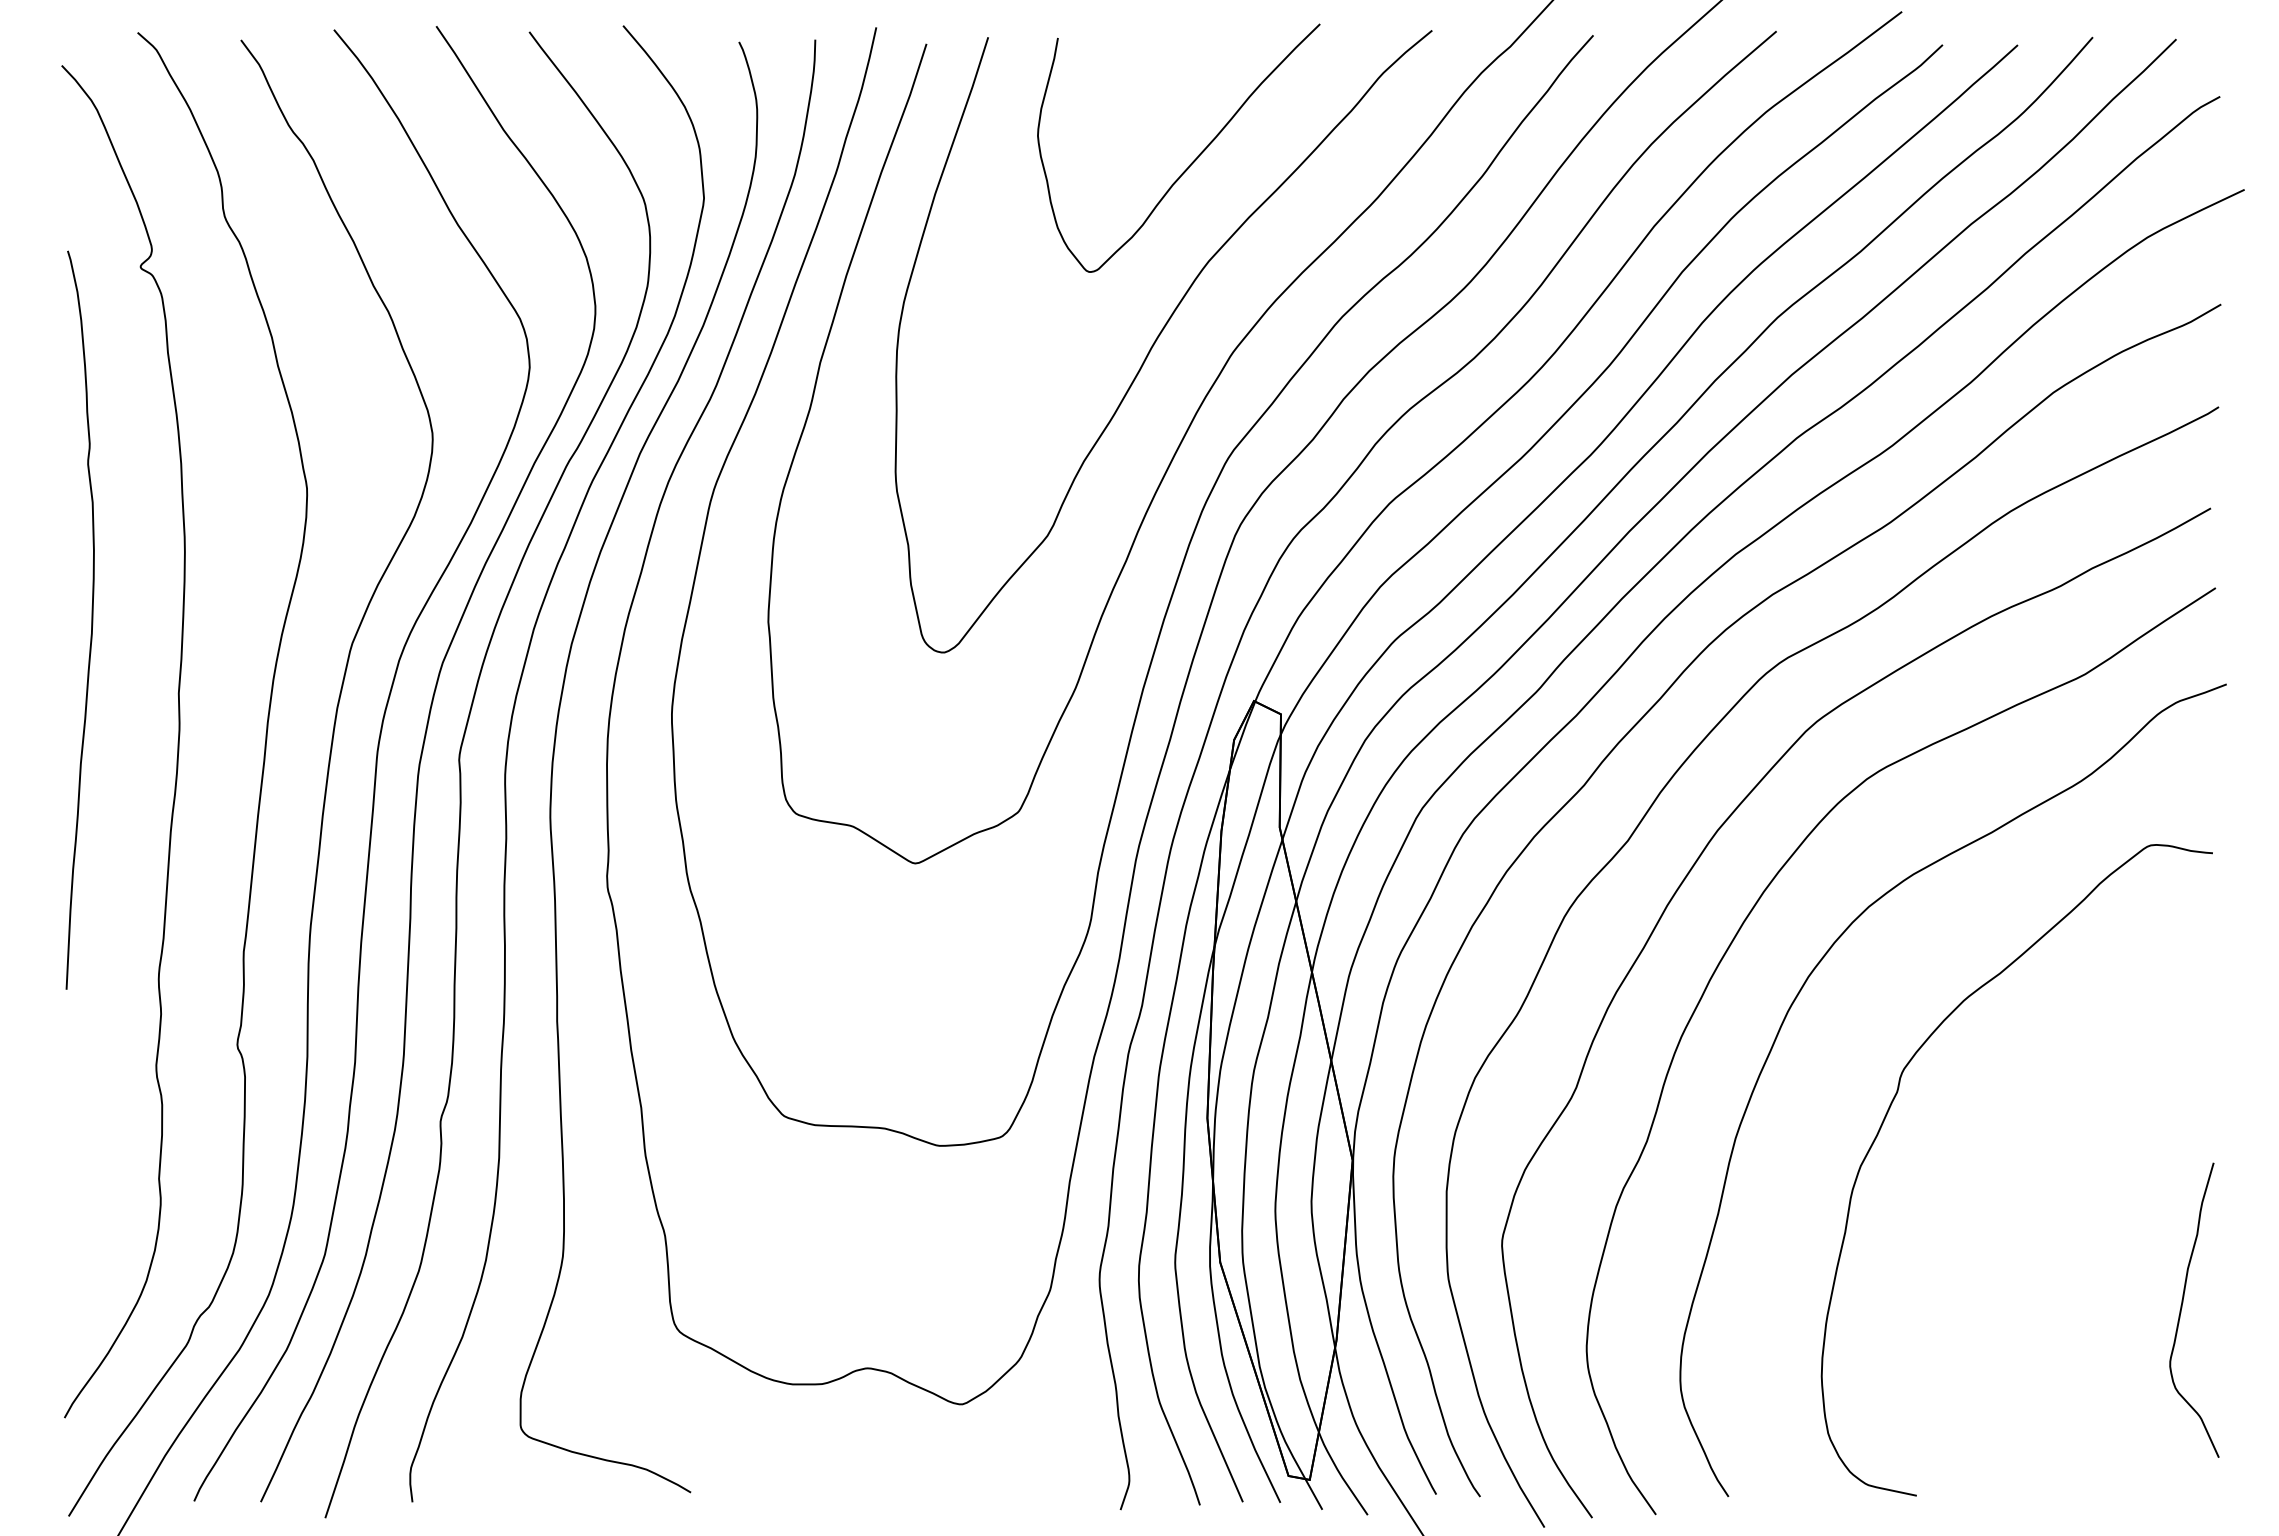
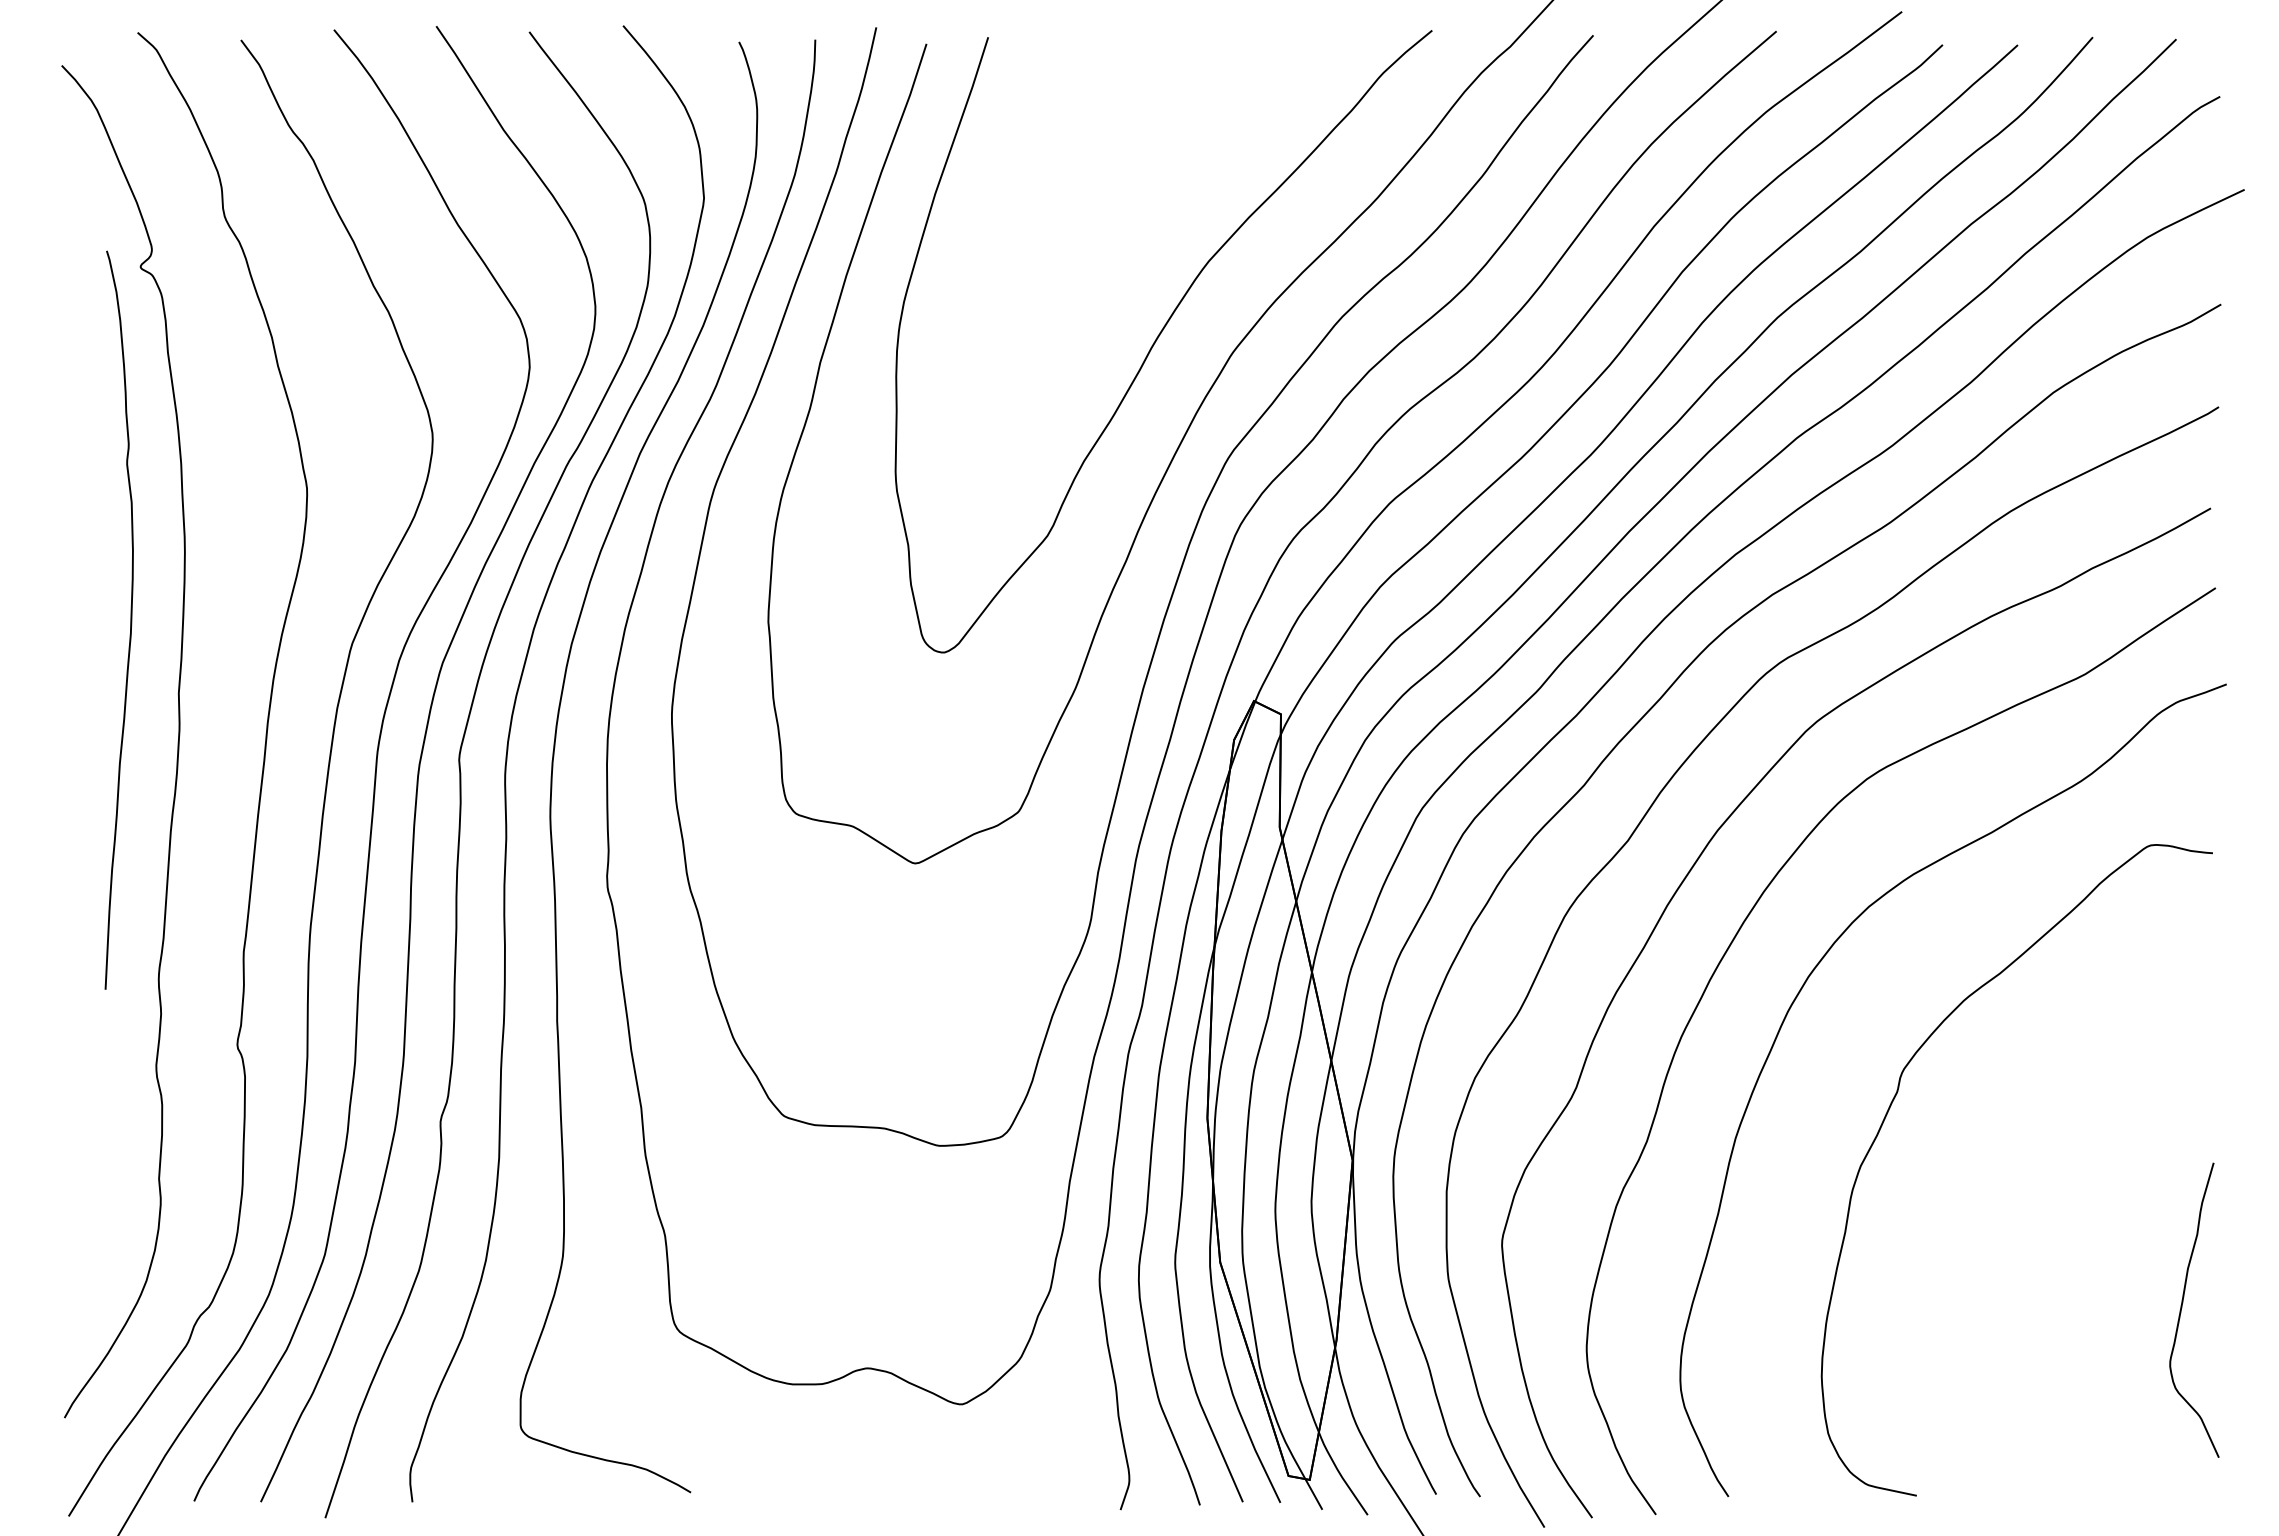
curve at (1192, 161): present -> none
curve at (91, 619) position: (91, 619) -> (130, 619)
